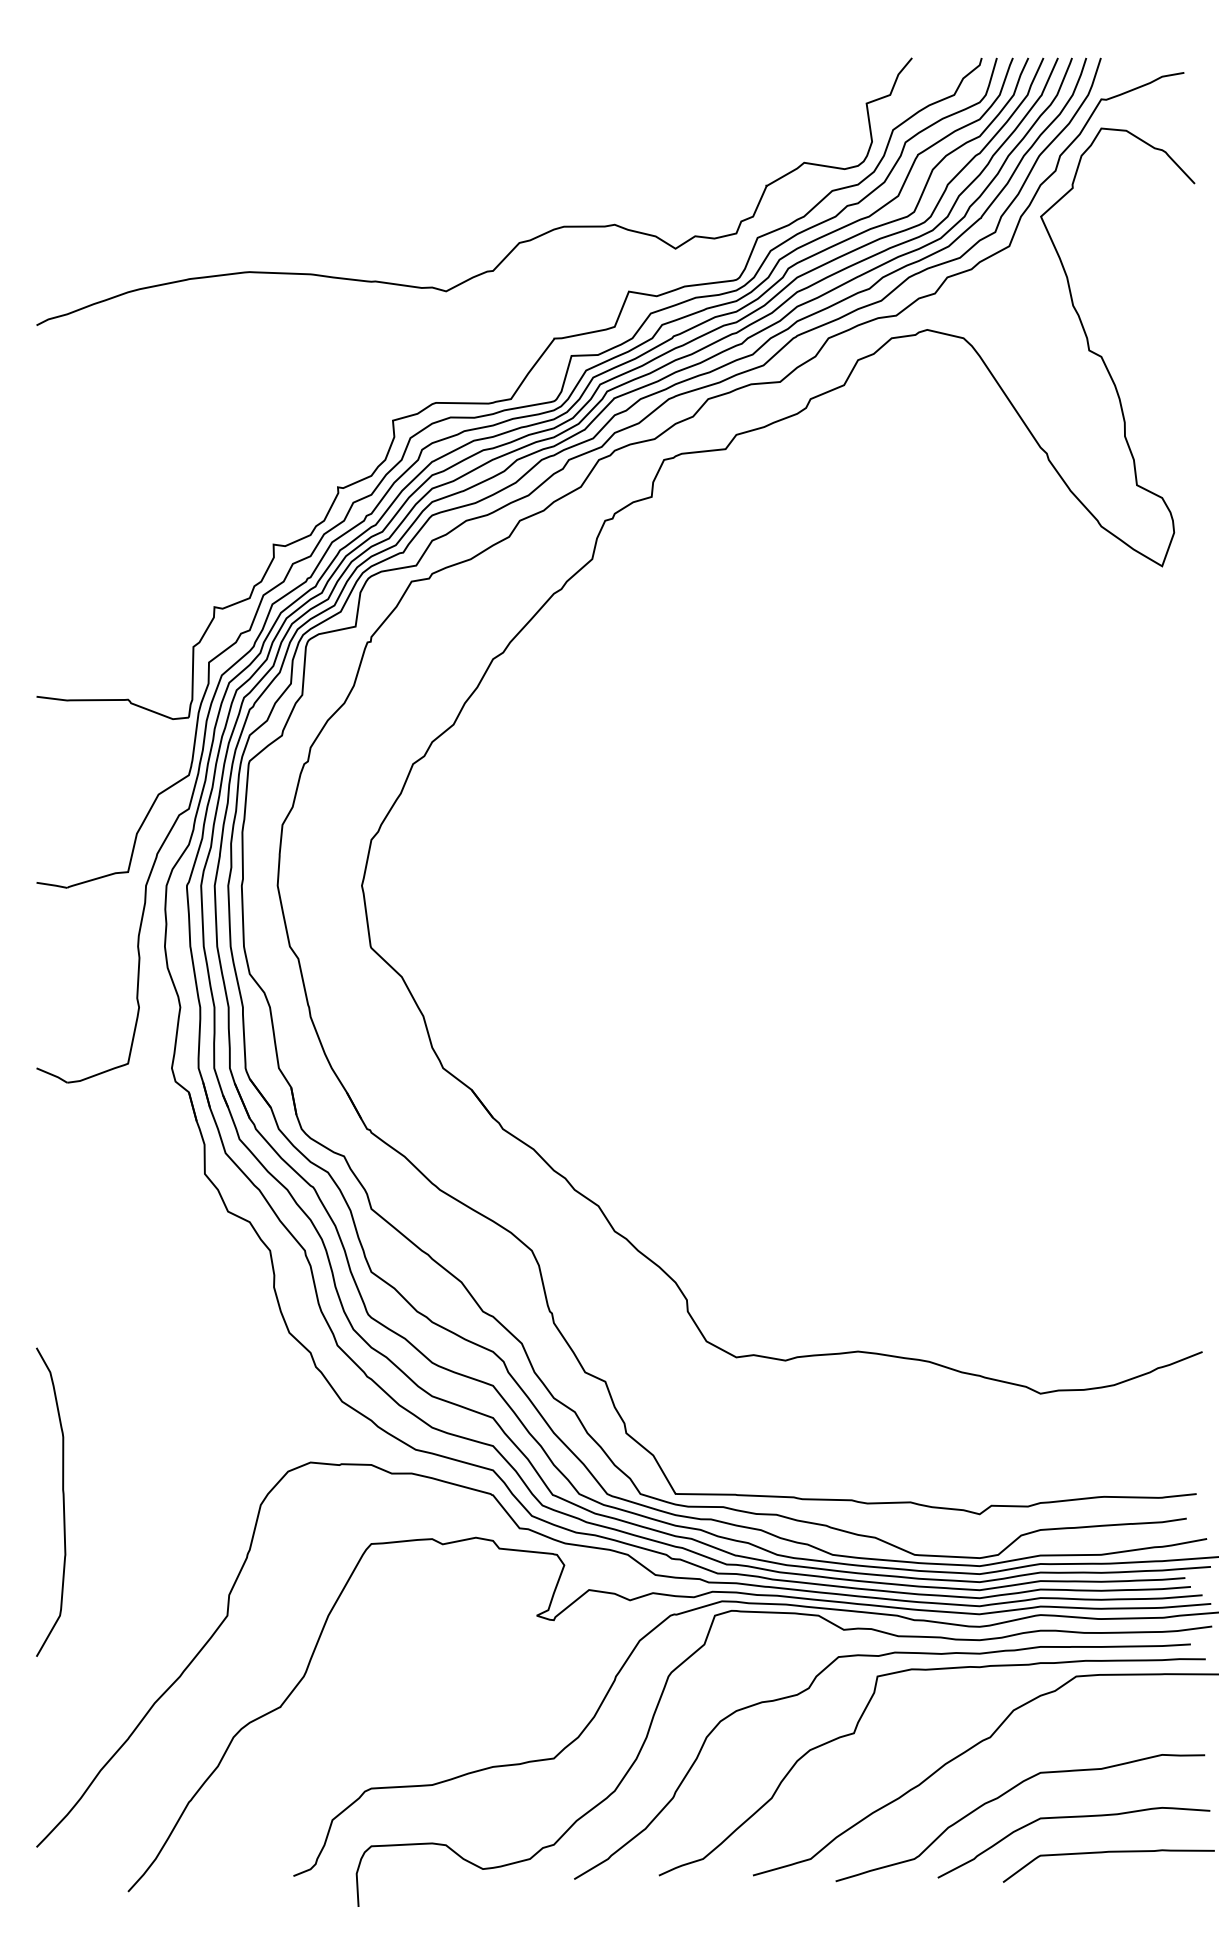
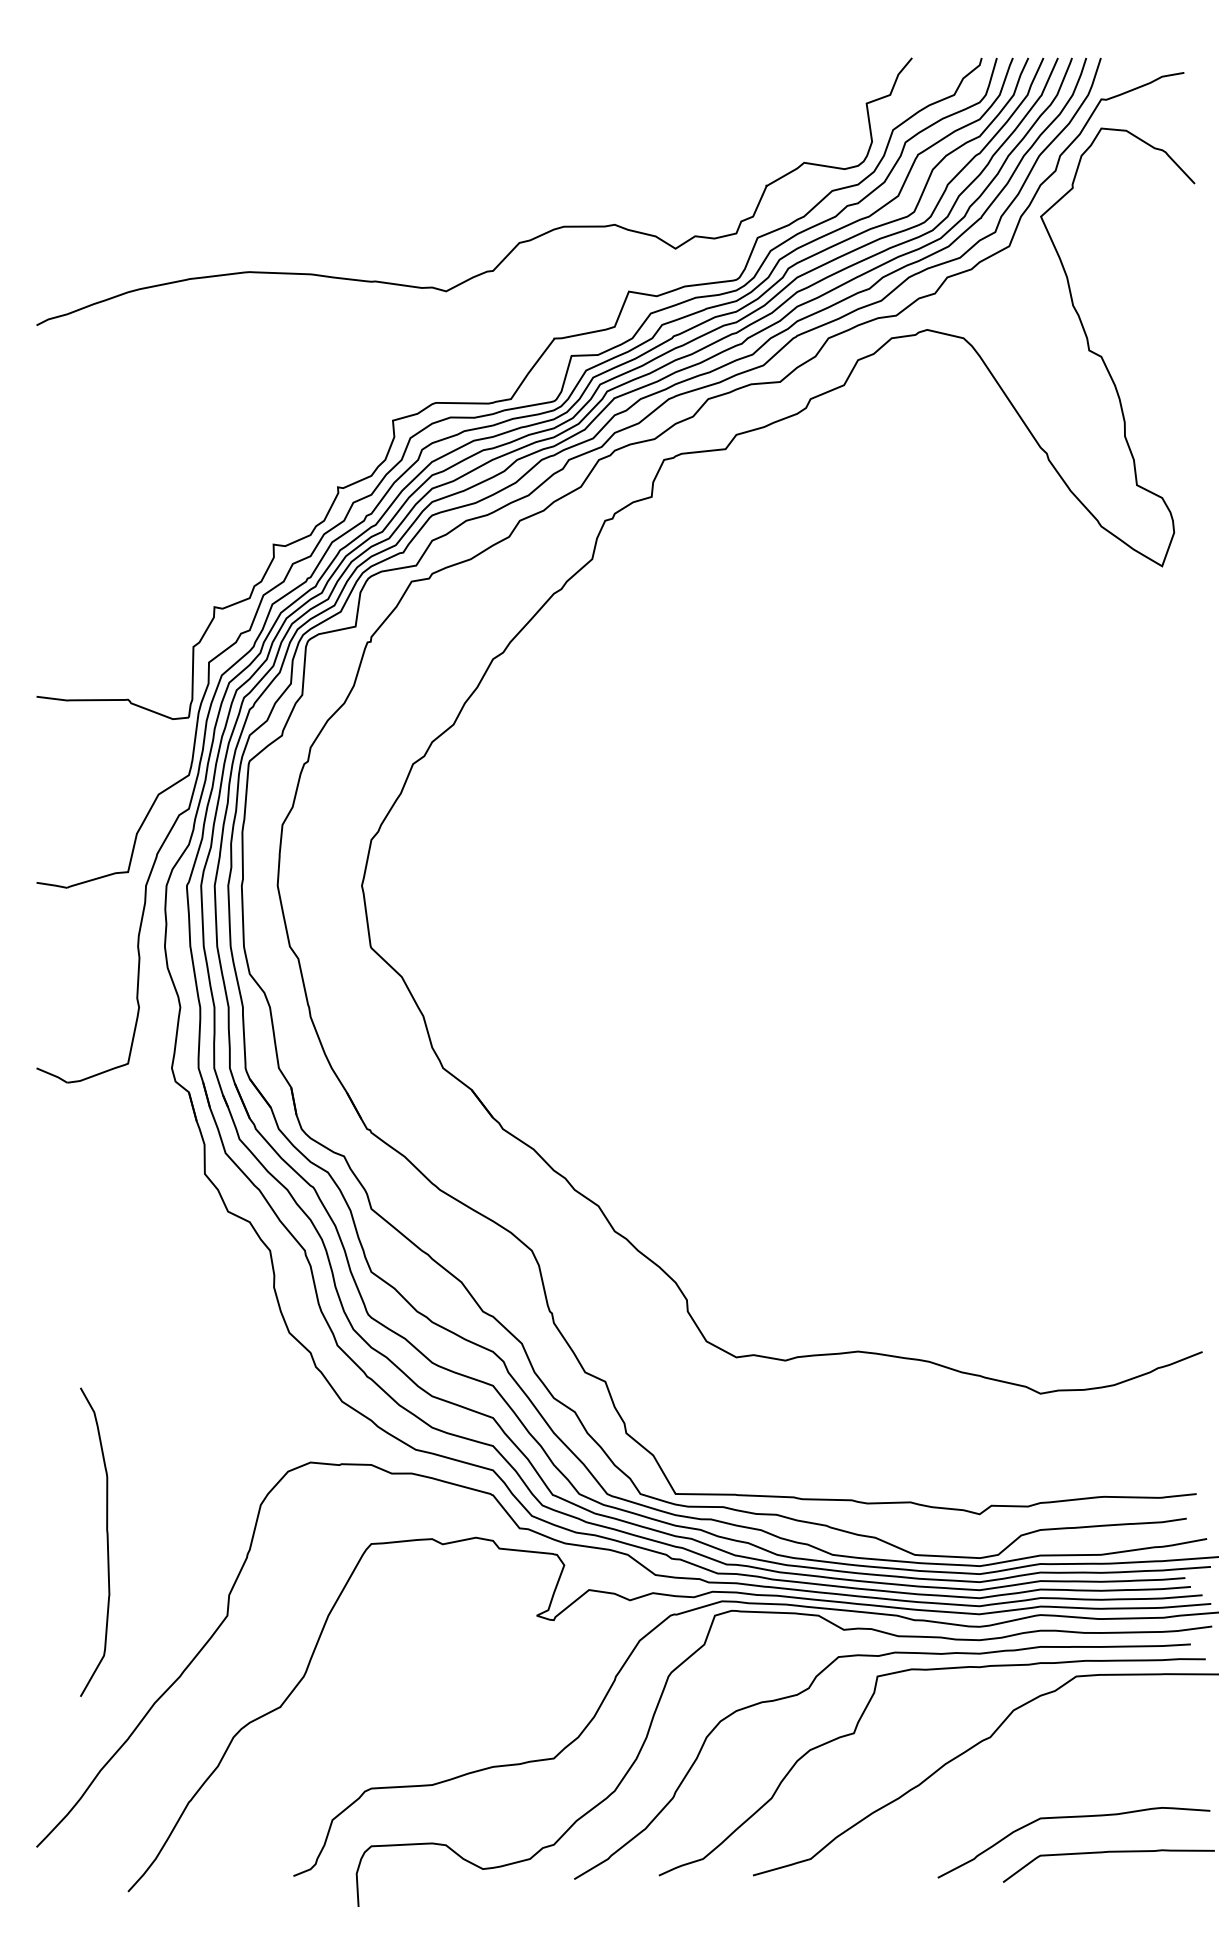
curve at (62, 1501) position: (62, 1501) -> (106, 1541)
curve at (1005, 1794): present -> none
